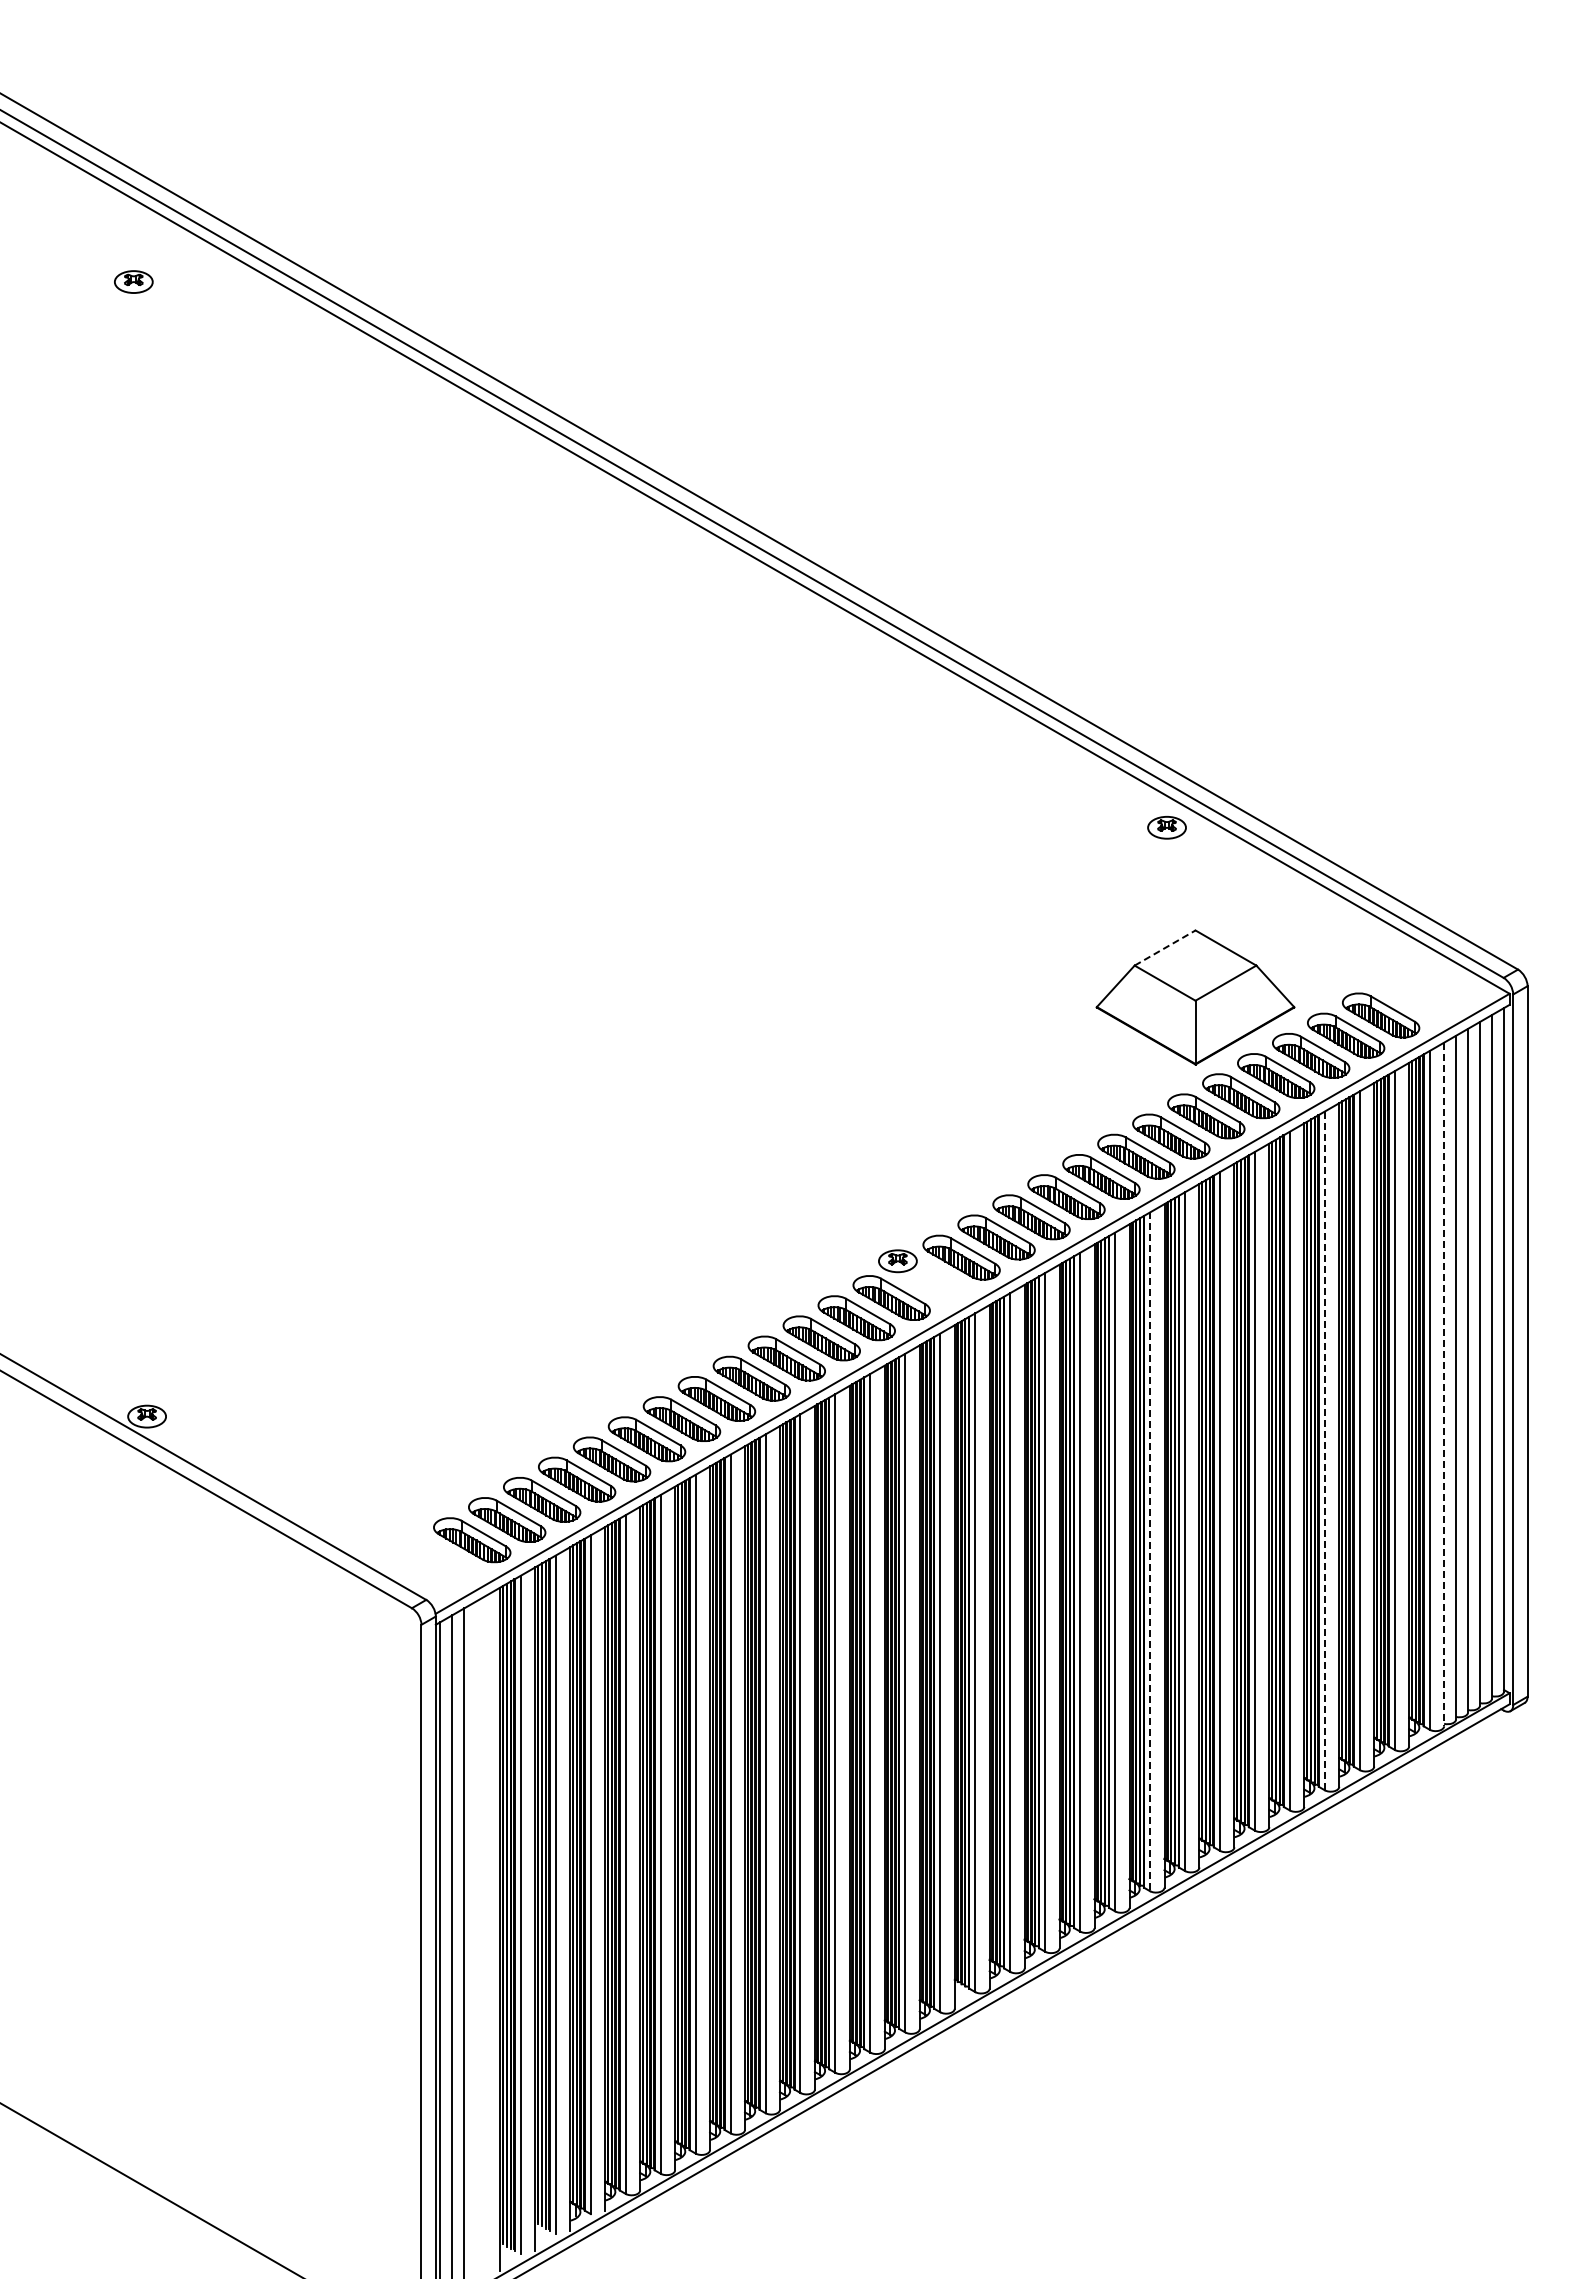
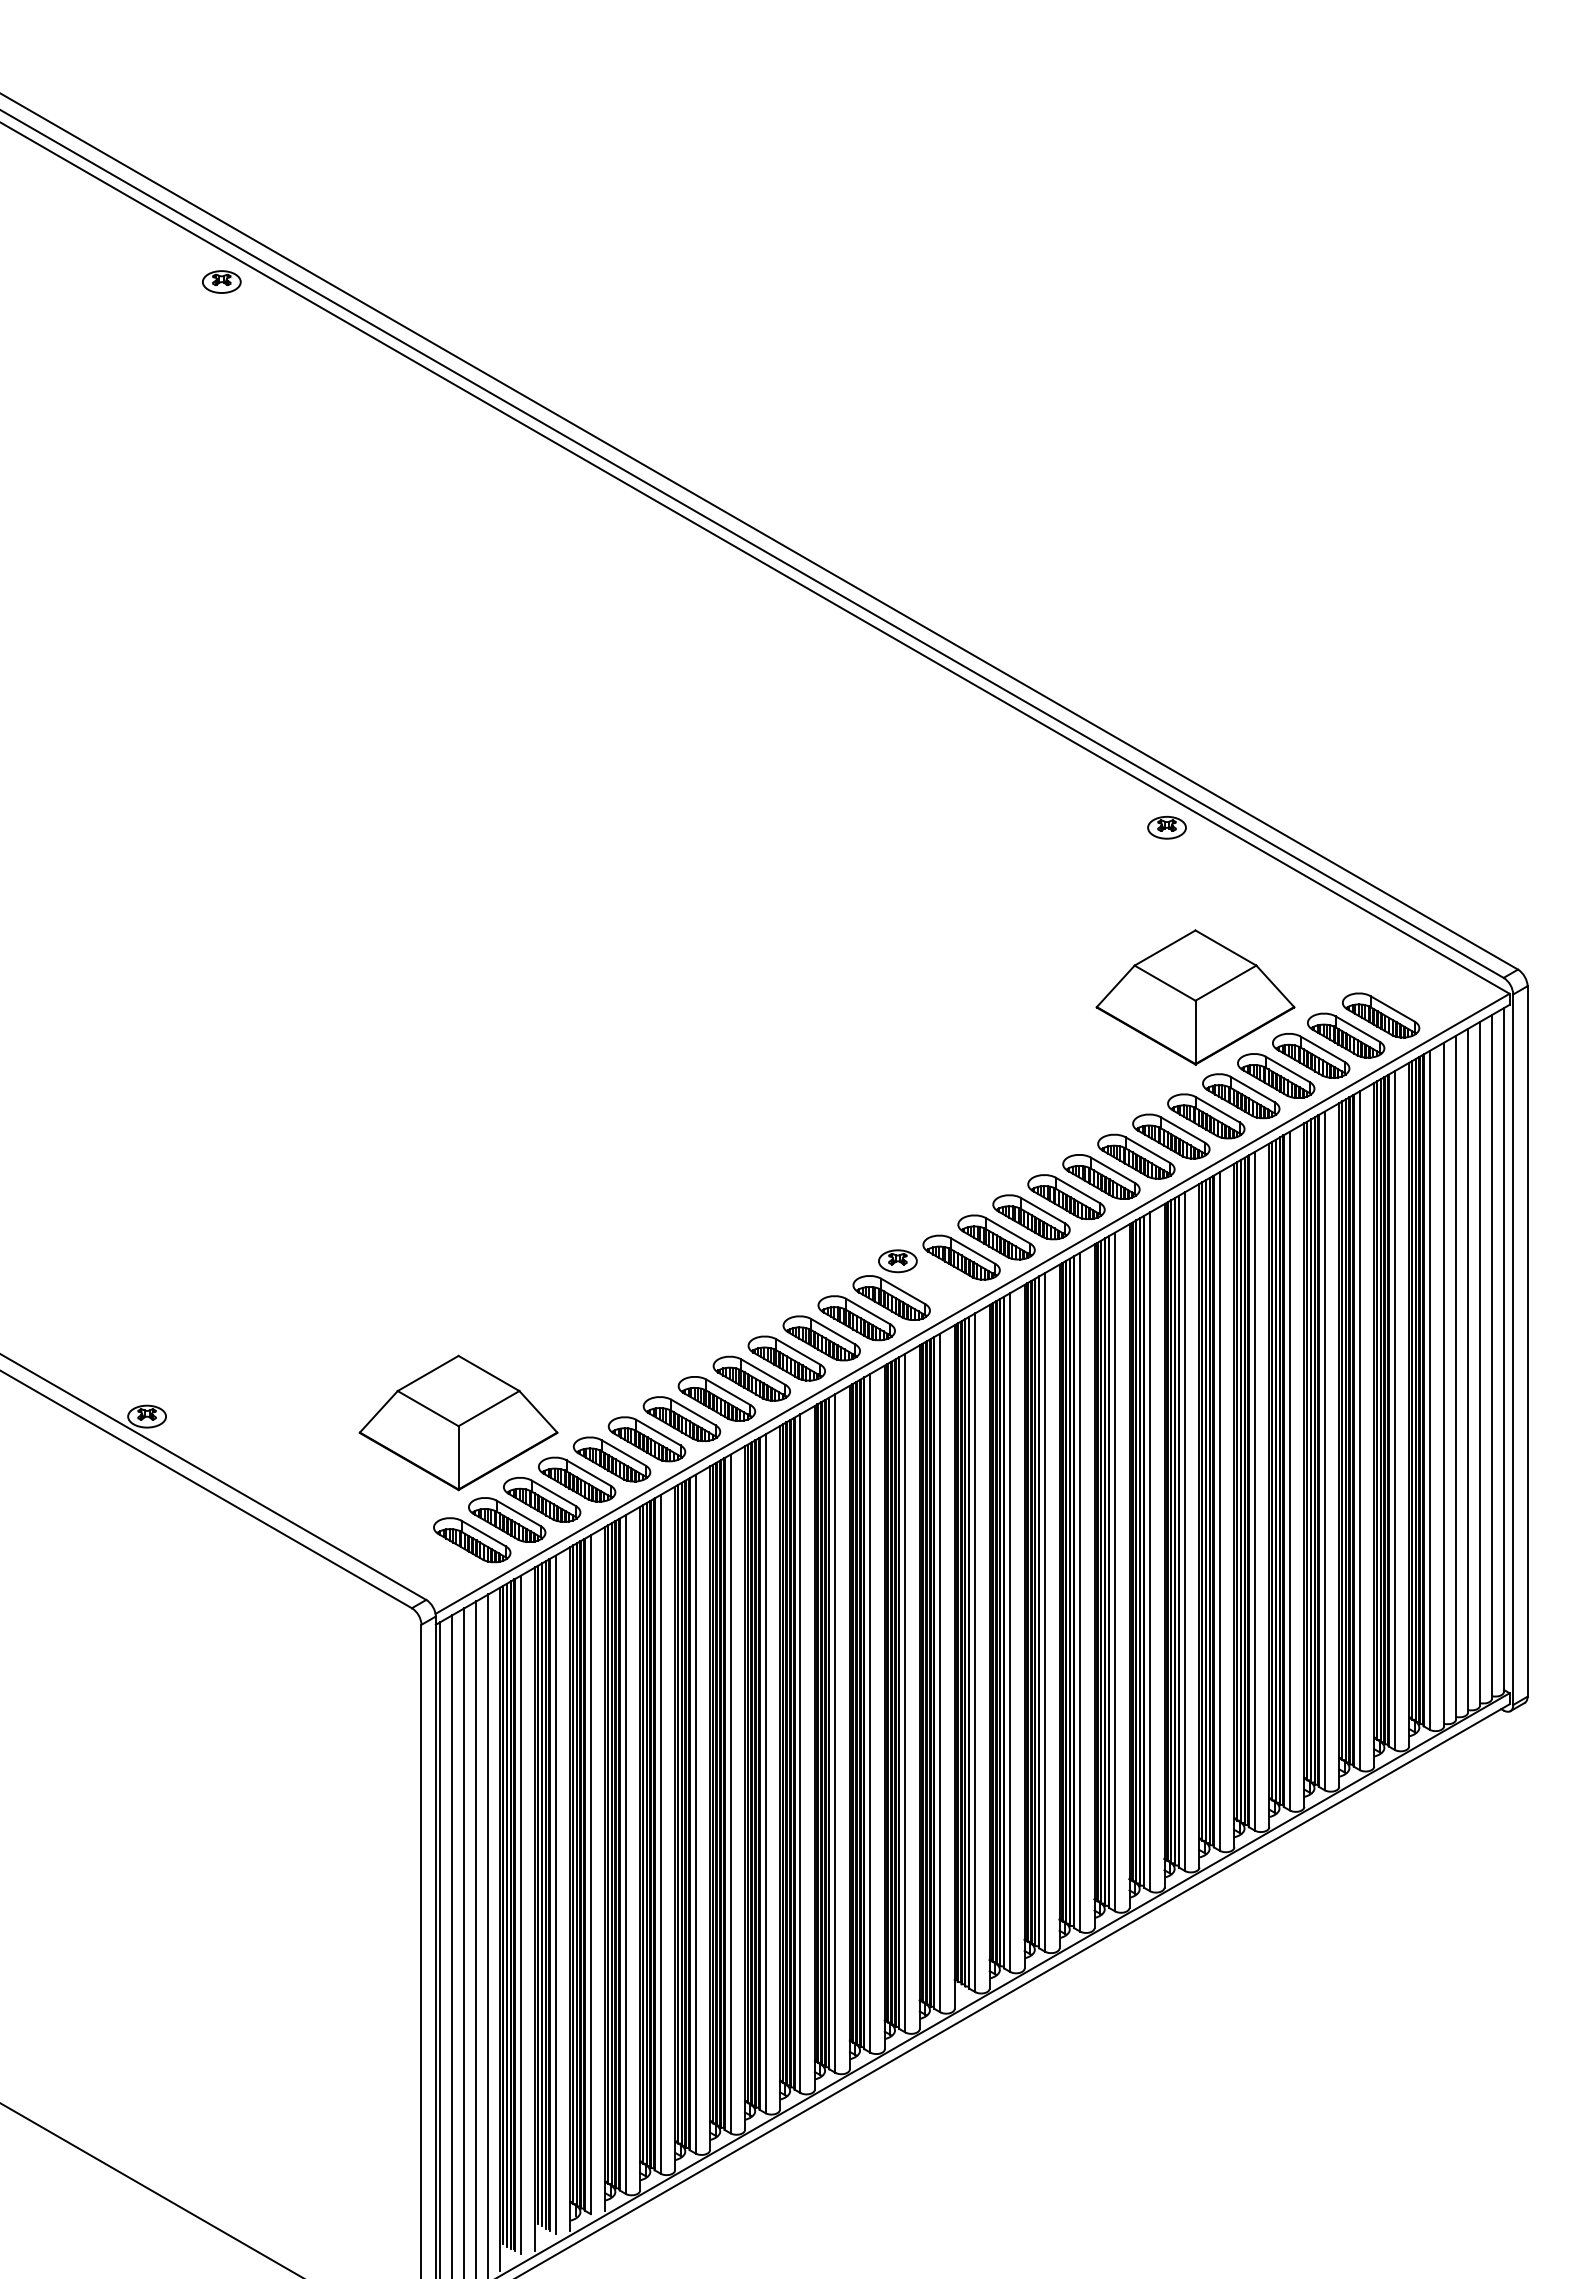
part at (133, 281) position: (133, 281) -> (221, 281)
line at (1165, 947): dashed -> solid
line at (1444, 1384): dashed -> solid
part at (458, 1422): none -> present
line at (1324, 1451): dashed -> solid
line at (1150, 1552): dashed -> solid
line at (488, 1934): none -> present
line at (476, 1938): none -> present
